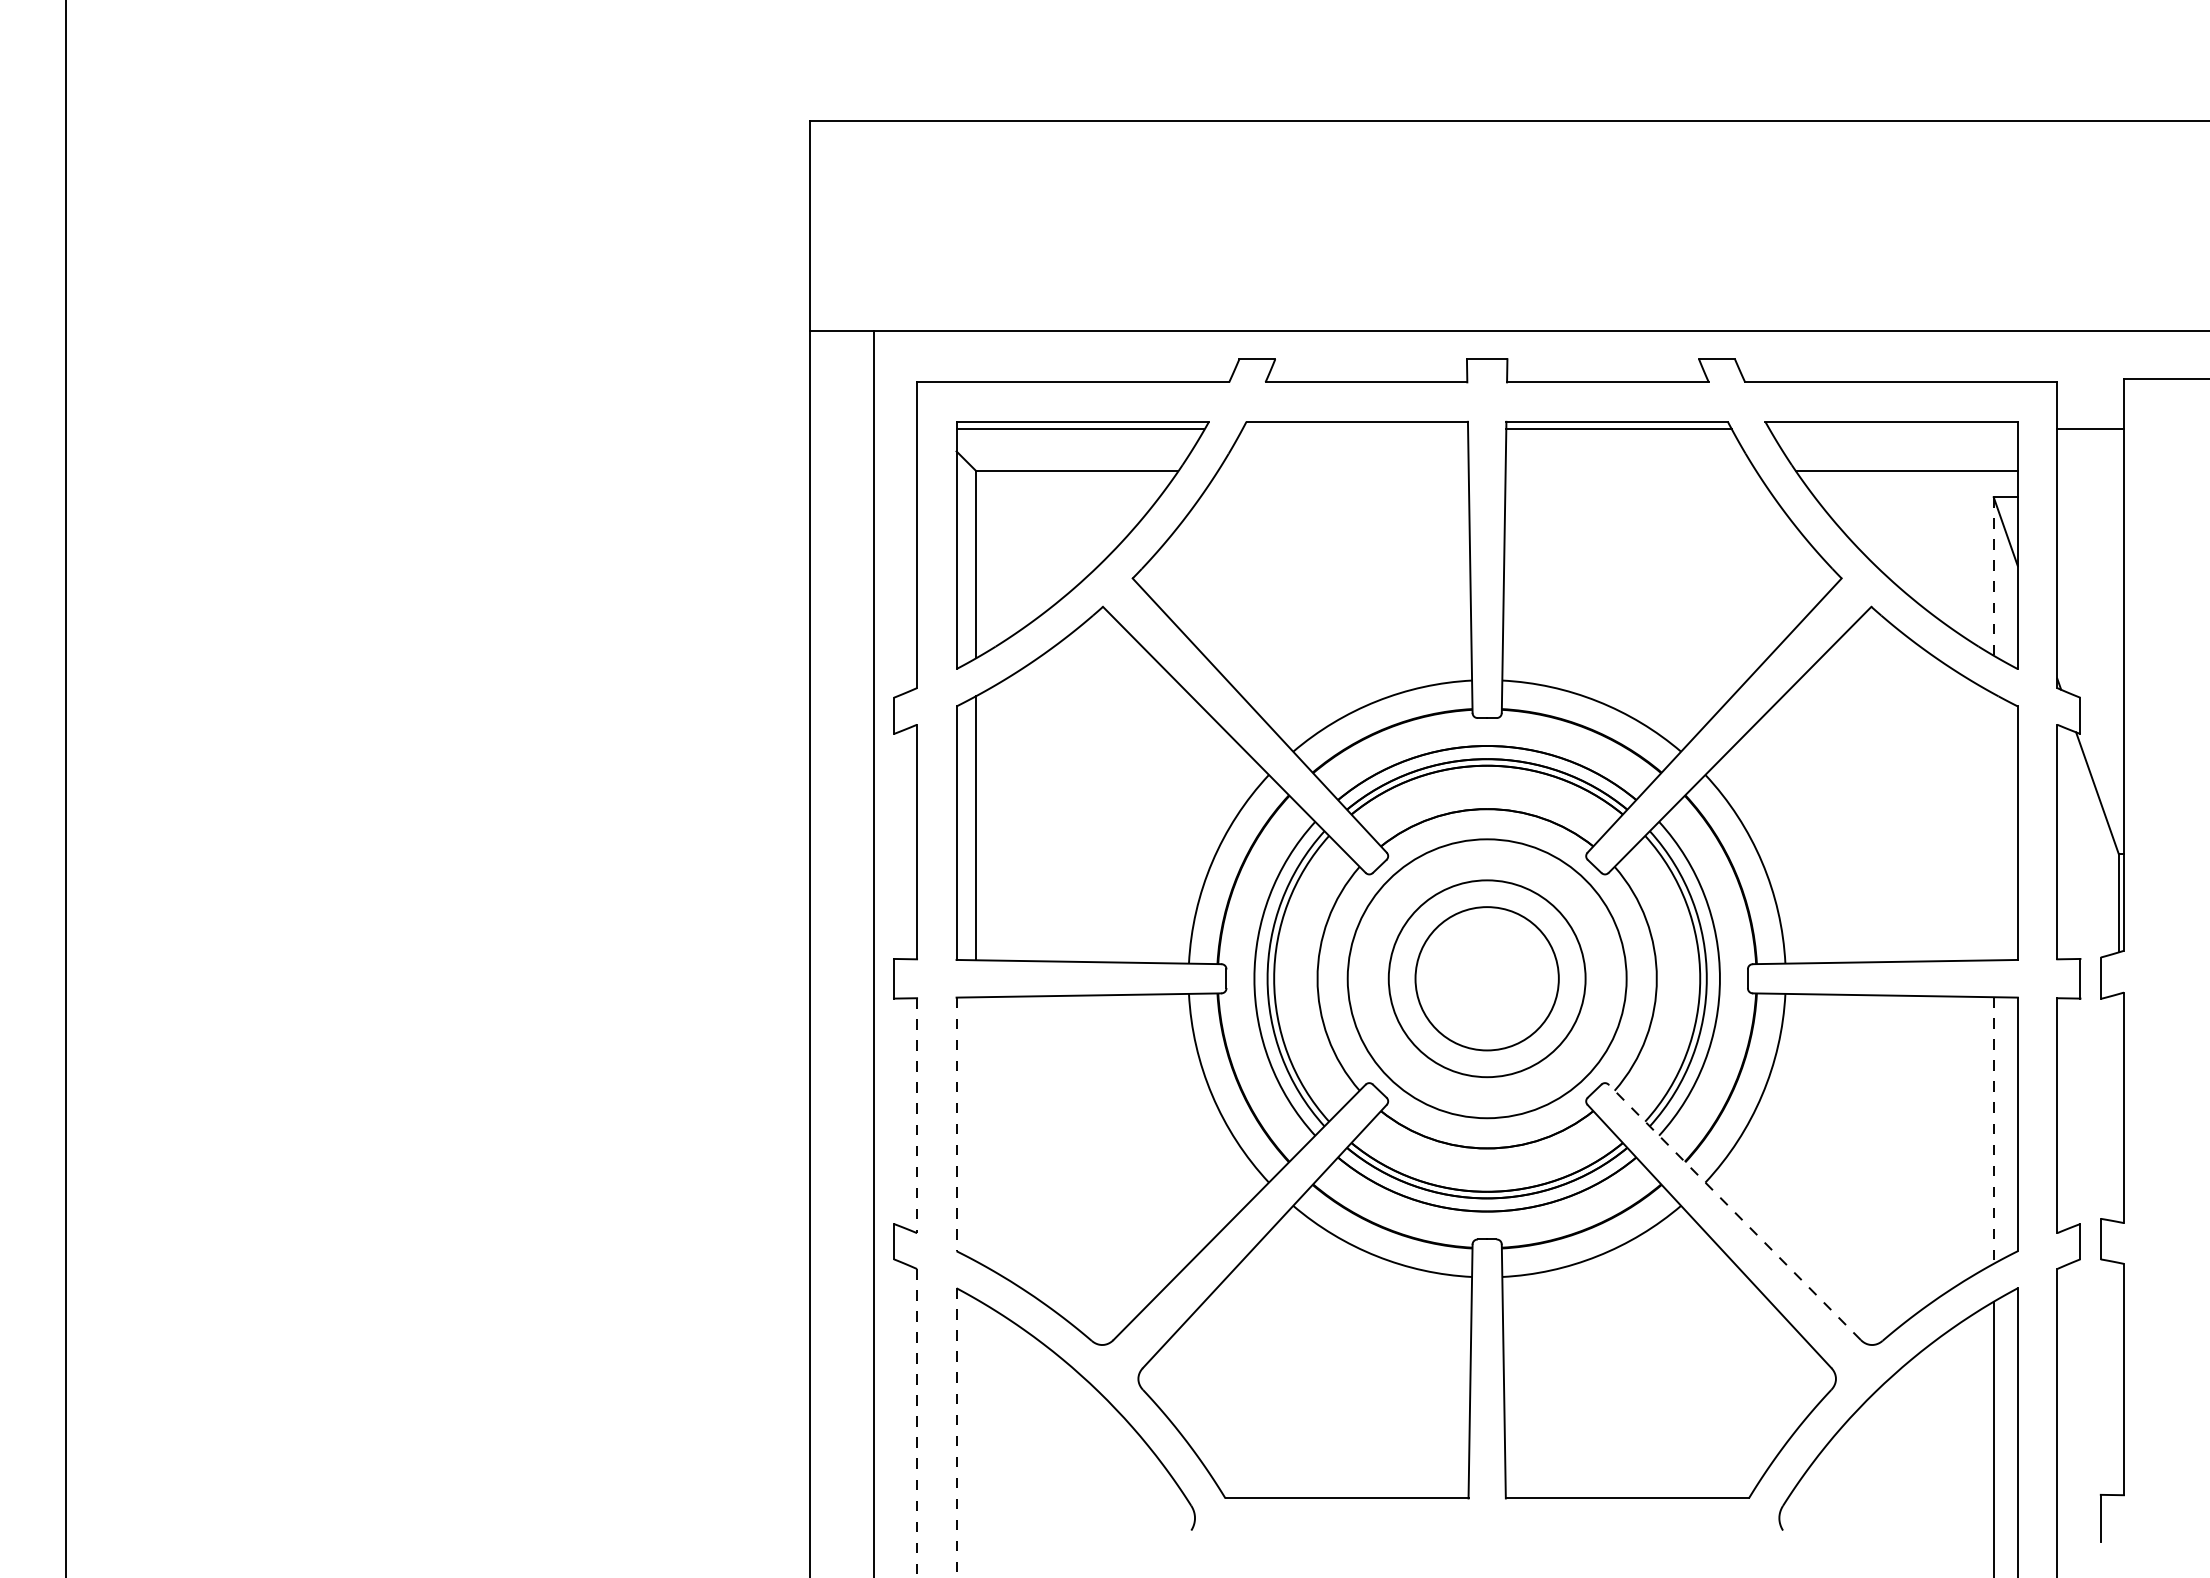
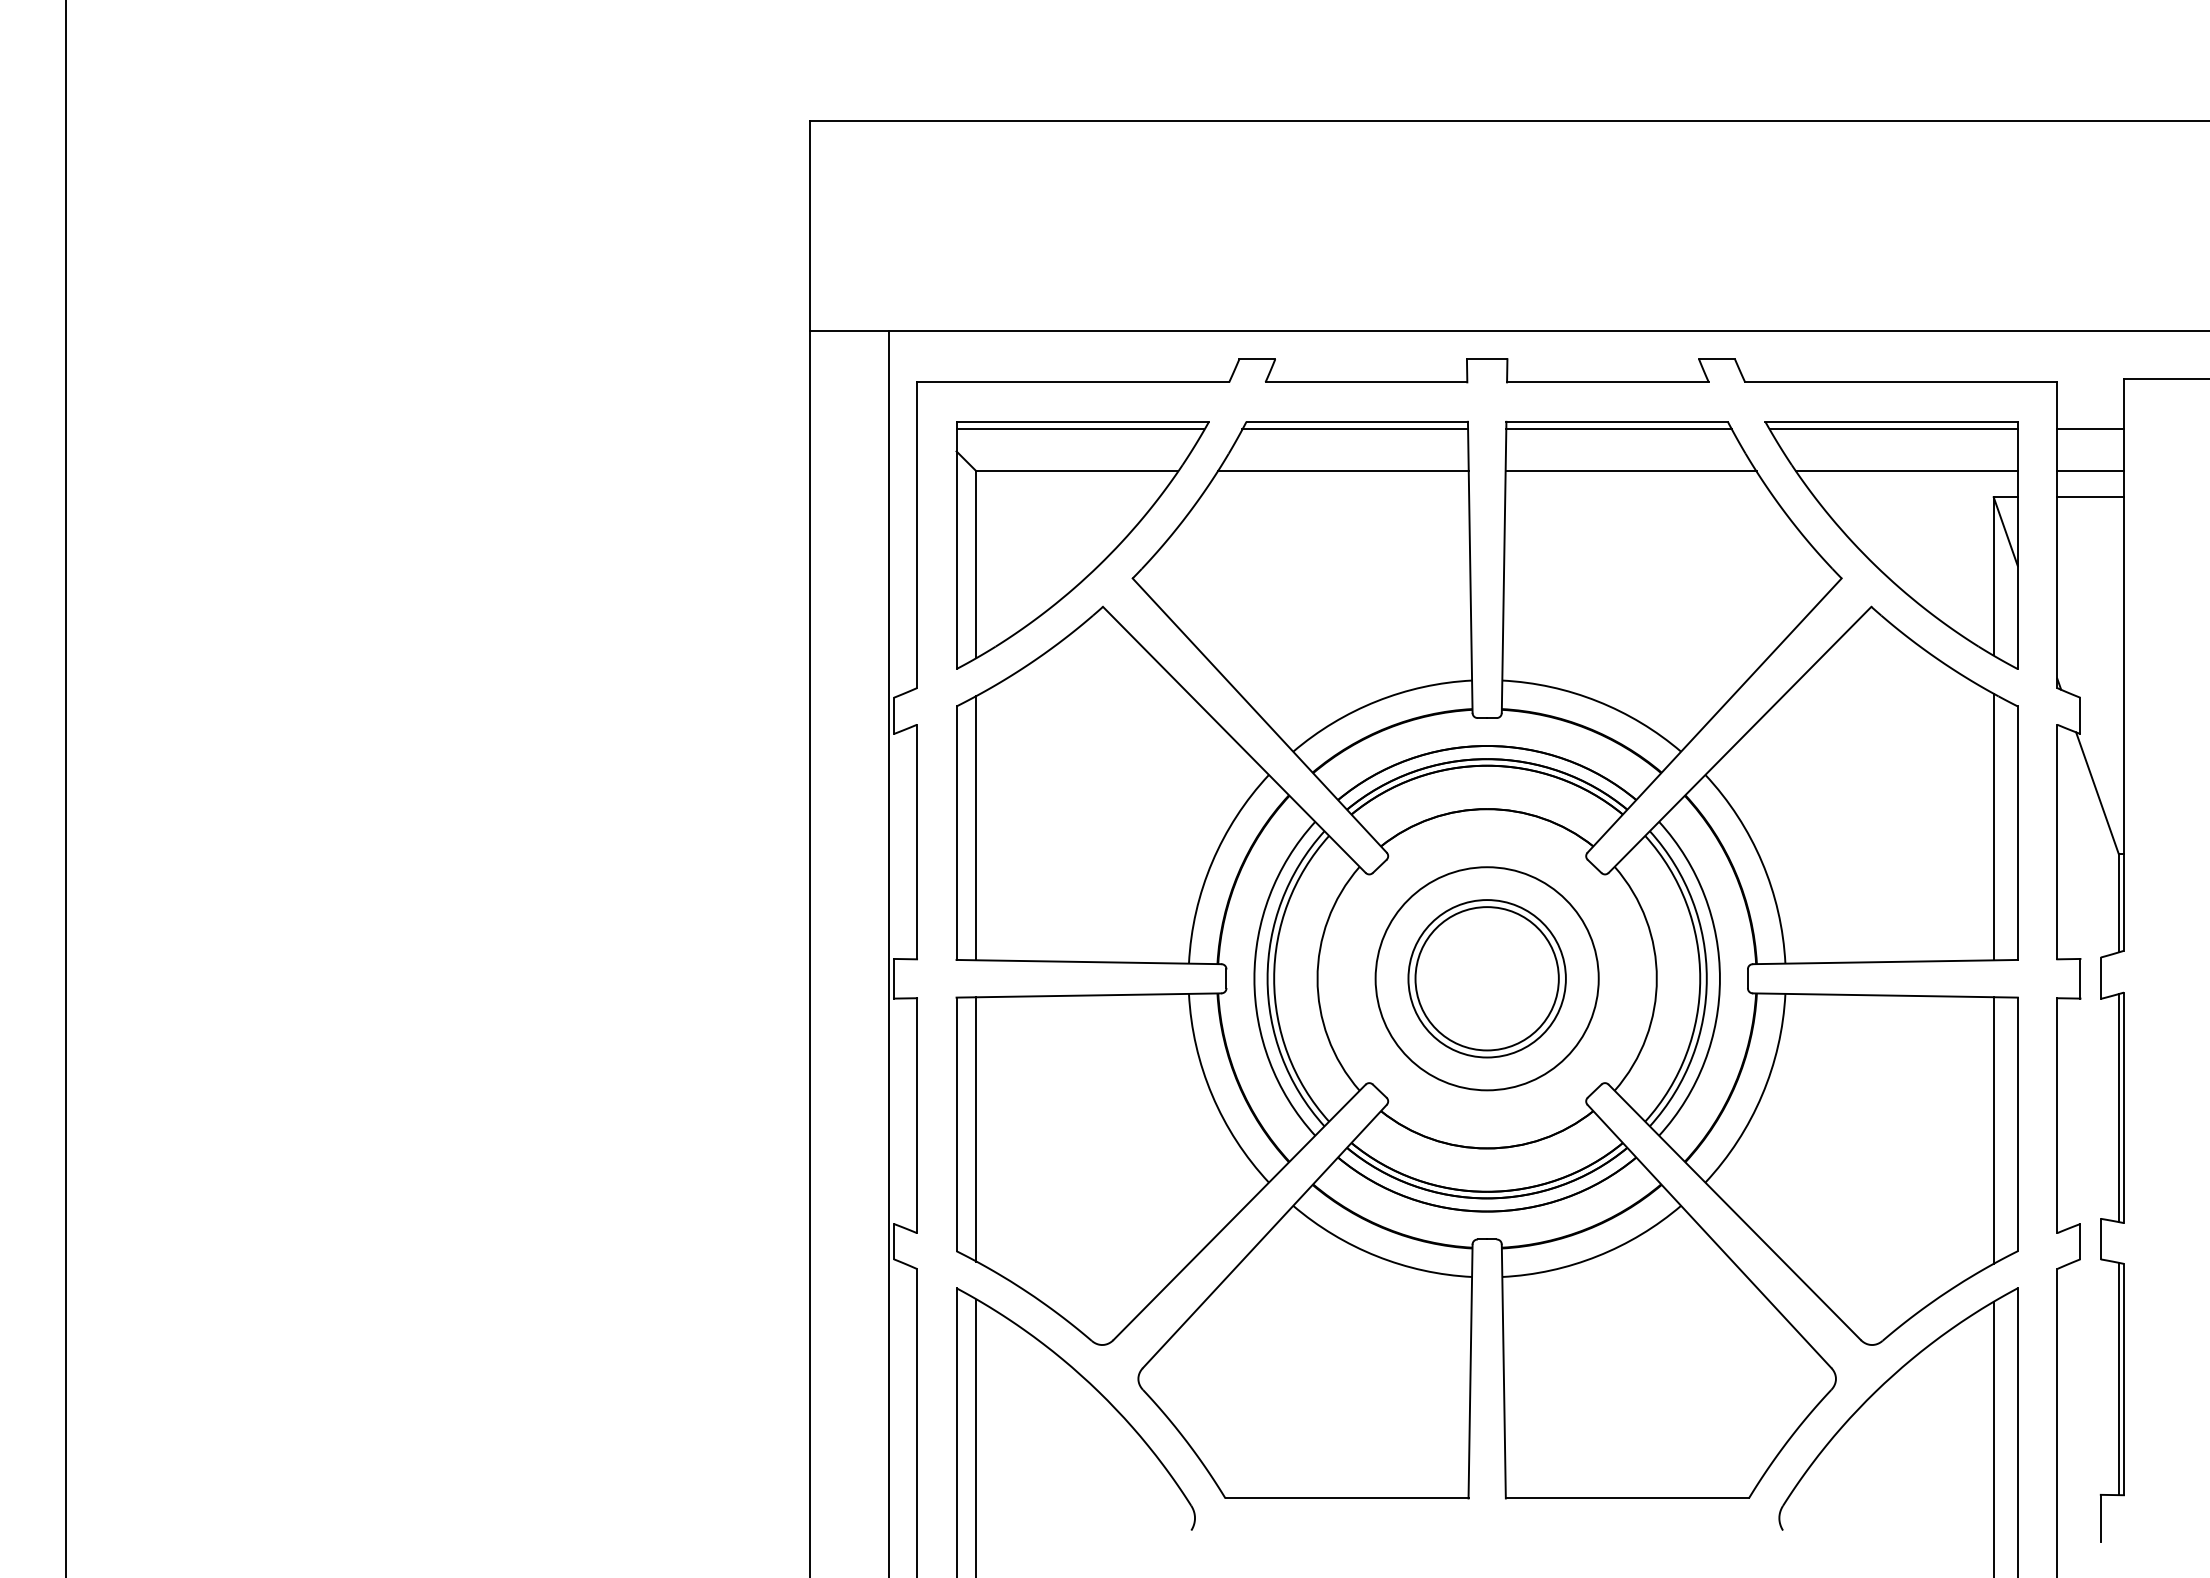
line at (1355, 429): none -> present
line at (1893, 429): none -> present
line at (1342, 470): none -> present
line at (1630, 470): none -> present
line at (2090, 470): none -> present
line at (2090, 497): none -> present
line at (1993, 576): dashed -> solid
line at (1993, 826): none -> present
line at (873, 952) position: (873, 952) -> (888, 952)
circle at (1486, 978) diameter: 197 px -> 157 px
circle at (1486, 978) diameter: 279 px -> 223 px
line at (2118, 1108): none -> present
line at (917, 1116): dashed -> solid
line at (956, 1124): dashed -> solid
line at (976, 1129): none -> present
line at (1993, 1130): dashed -> solid
line at (1734, 1212): dashed -> solid
line at (2118, 1378): none -> present
line at (917, 1423): dashed -> solid
line at (956, 1433): dashed -> solid
line at (976, 1436): none -> present
